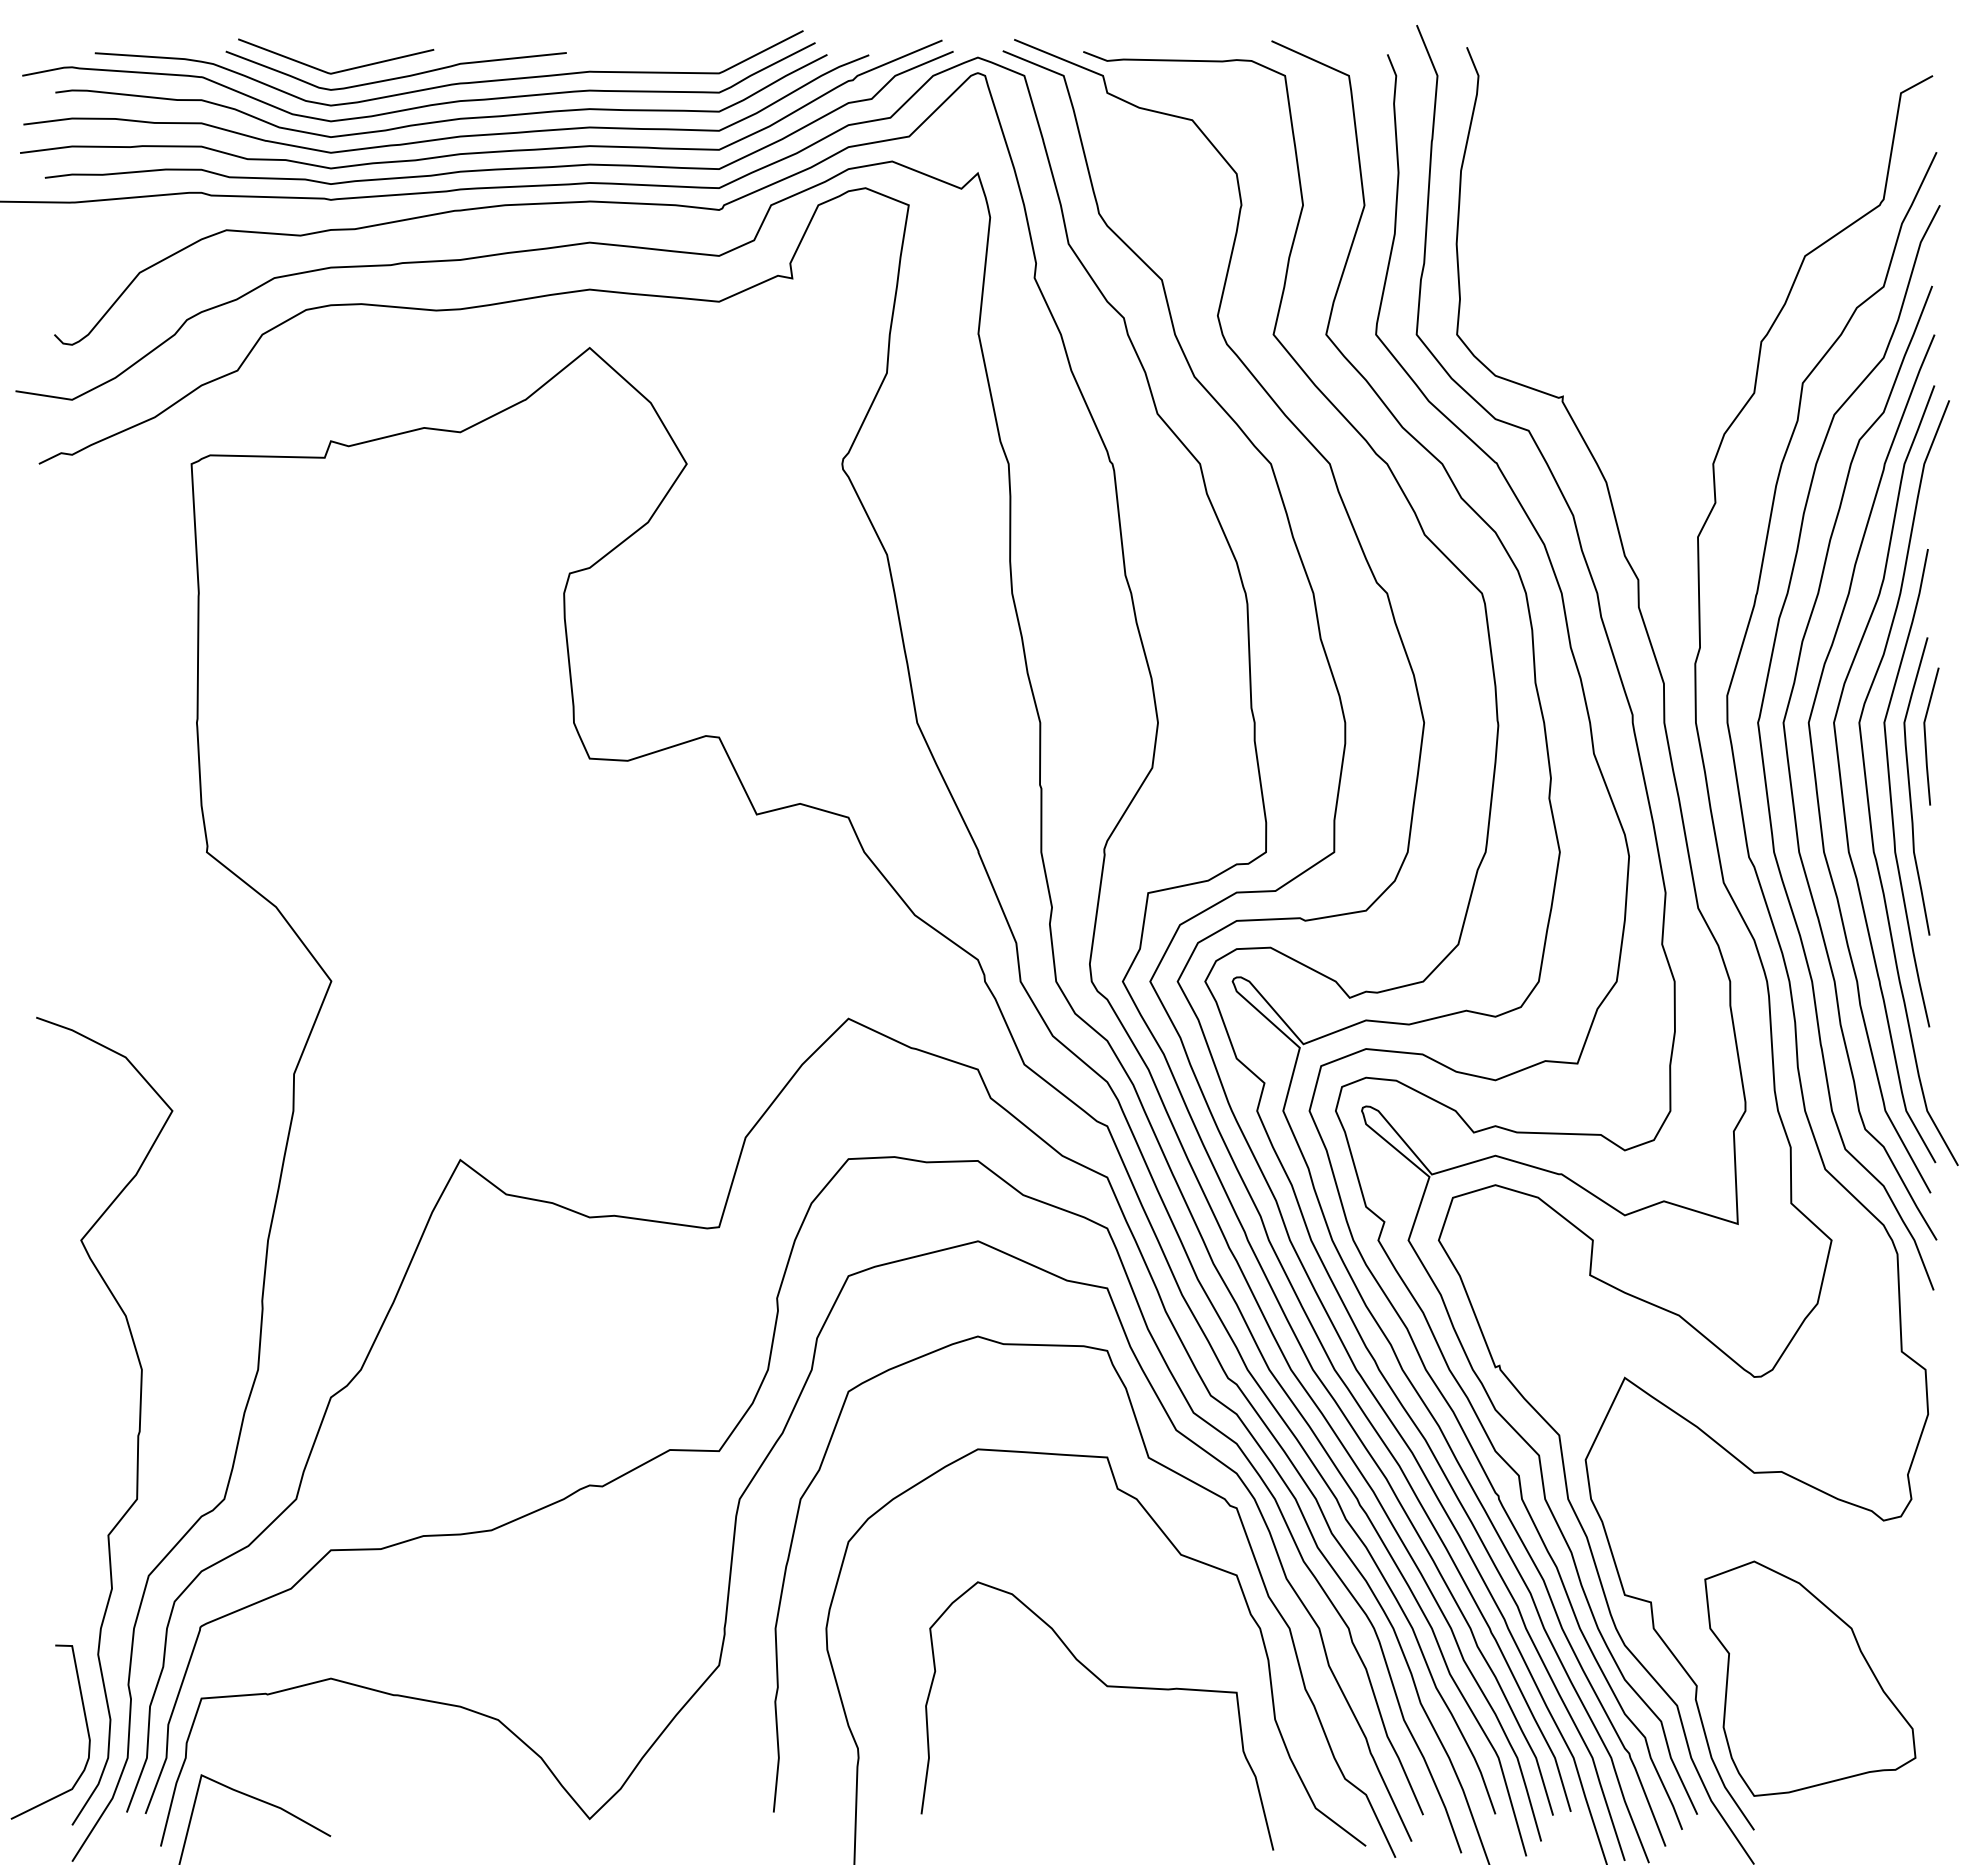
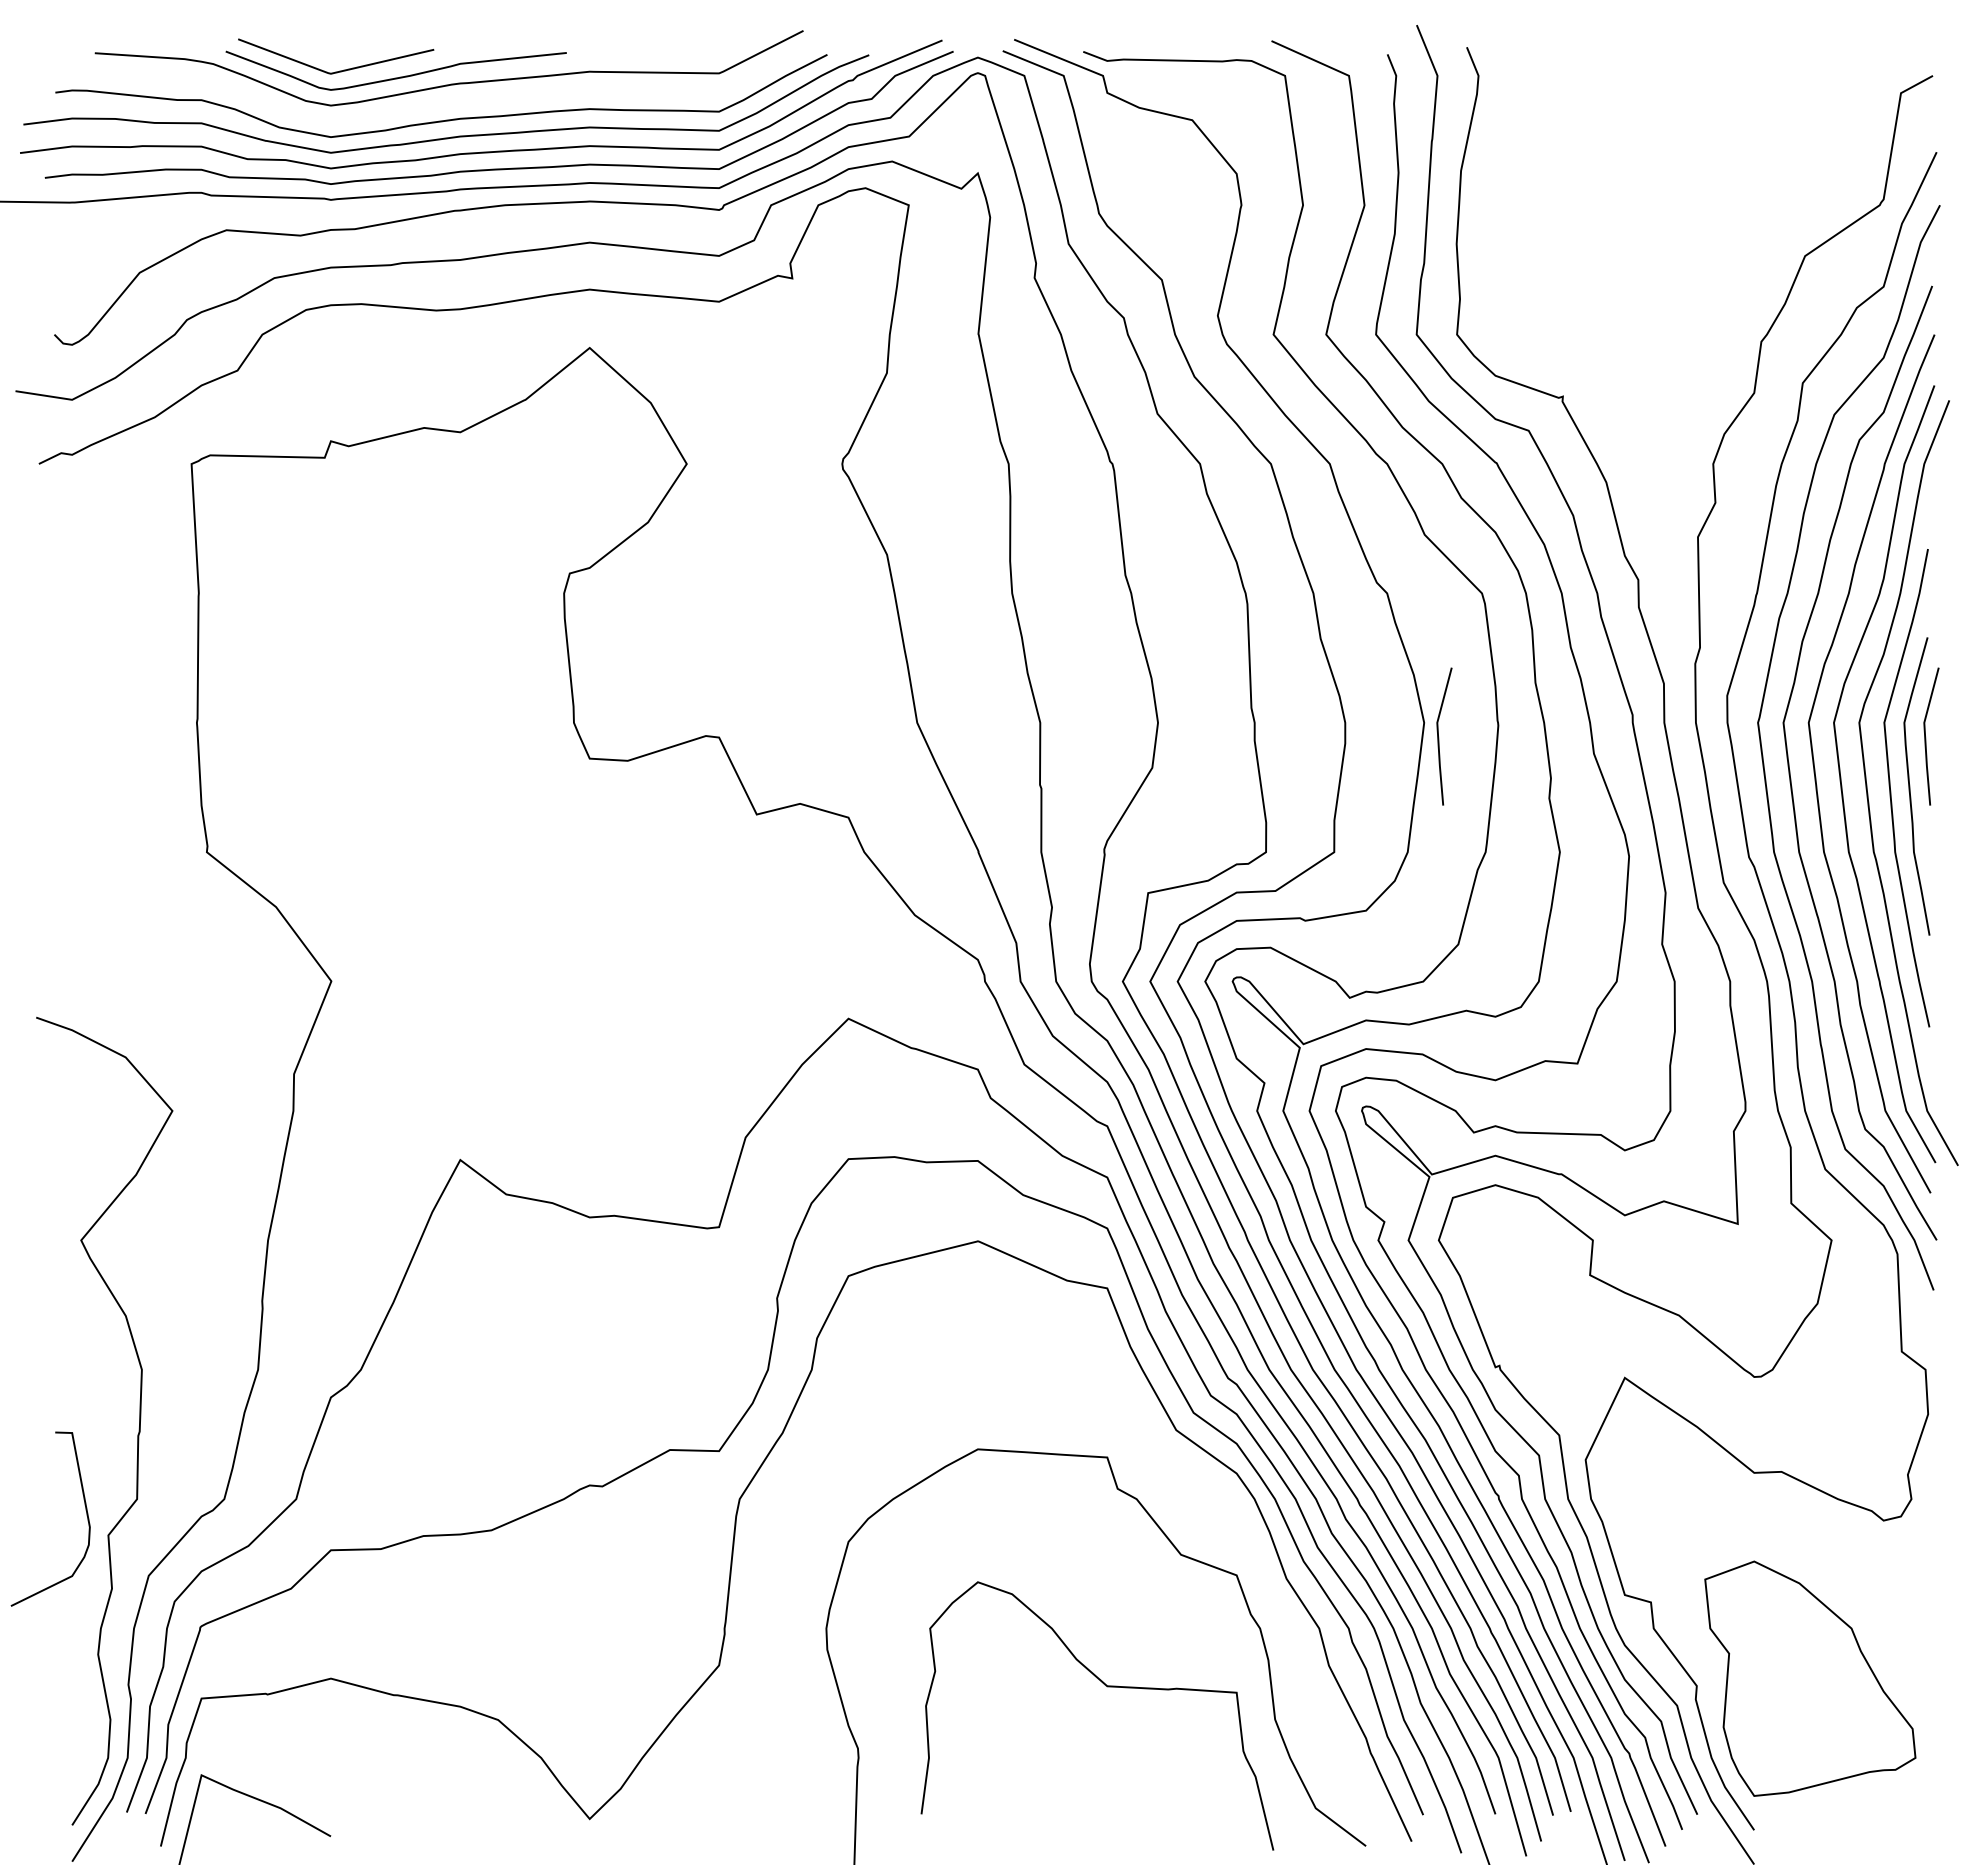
curve at (422, 105): present -> none
line at (1439, 737): none -> present
curve at (1158, 1464): present -> none
curve at (85, 1723) position: (85, 1723) -> (85, 1510)
